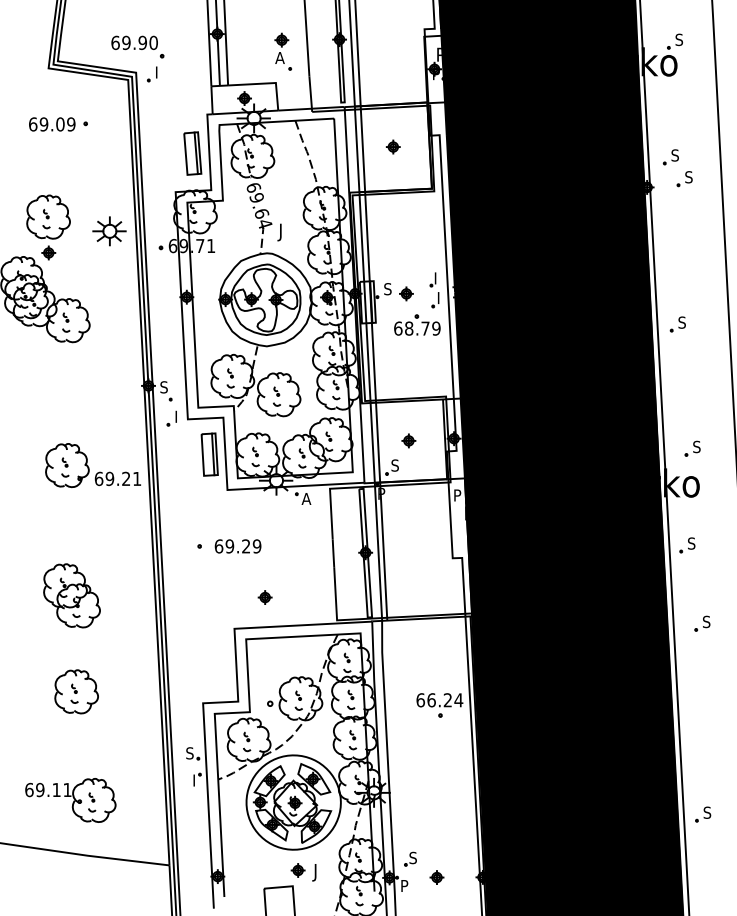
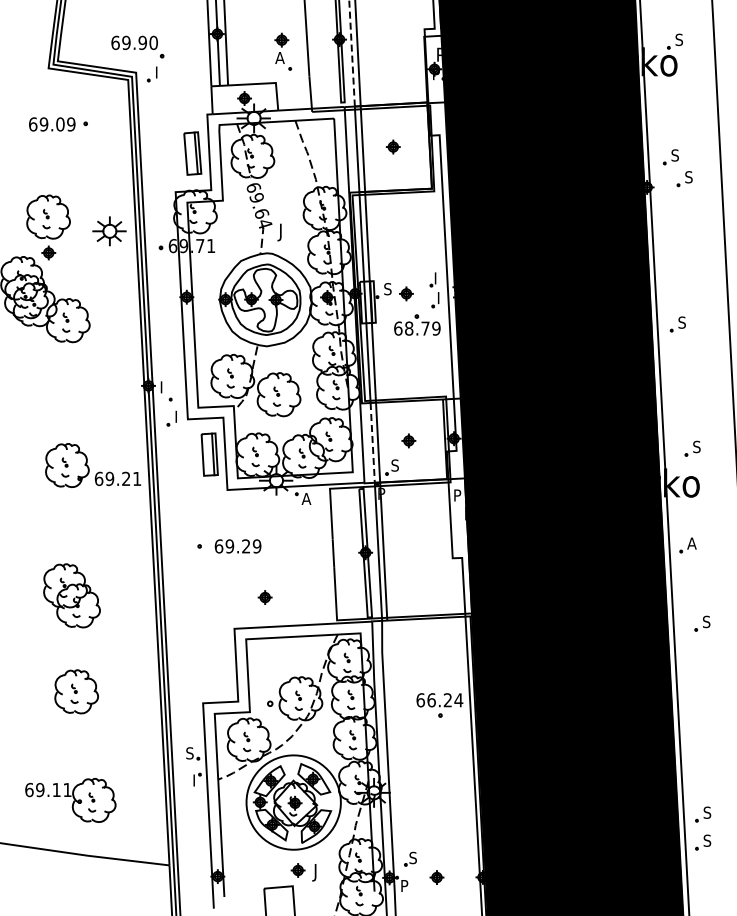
line at (352, 52): solid -> dashed
text at (163, 387): S -> I
line at (372, 442): solid -> dashed
text at (691, 543): S -> A
part at (703, 842): none -> present
